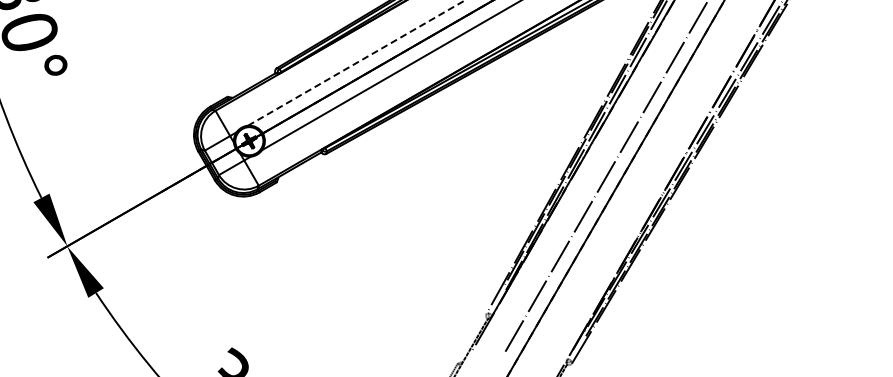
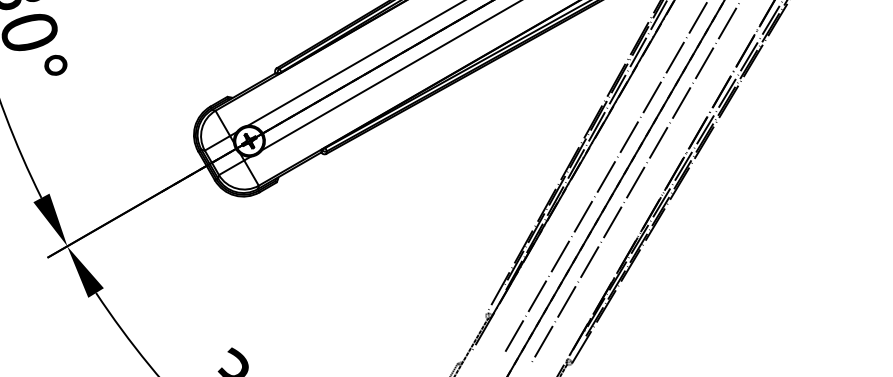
line at (357, 62): dashed -> solid
line at (634, 183): none -> present
